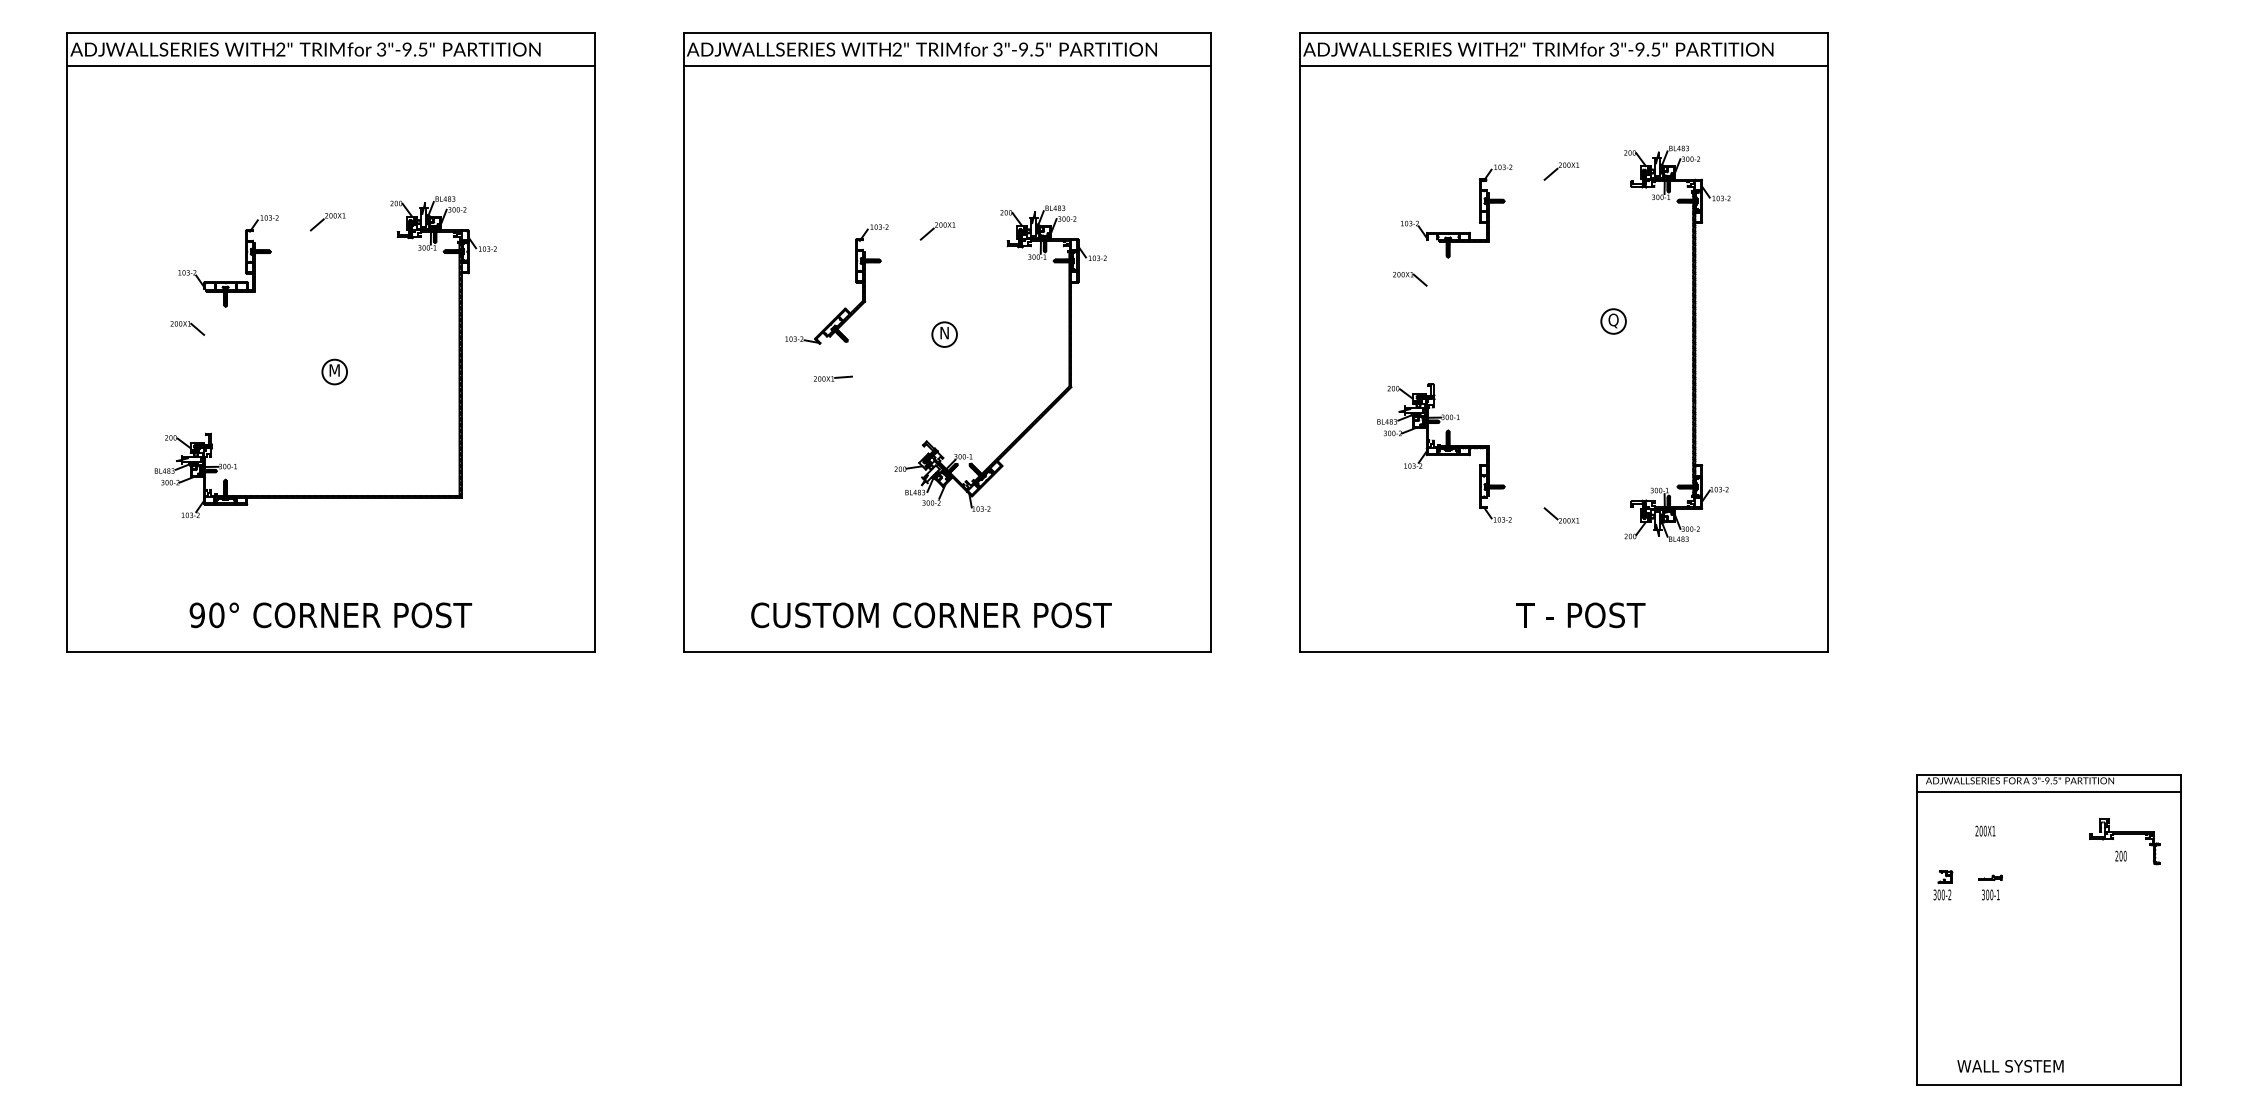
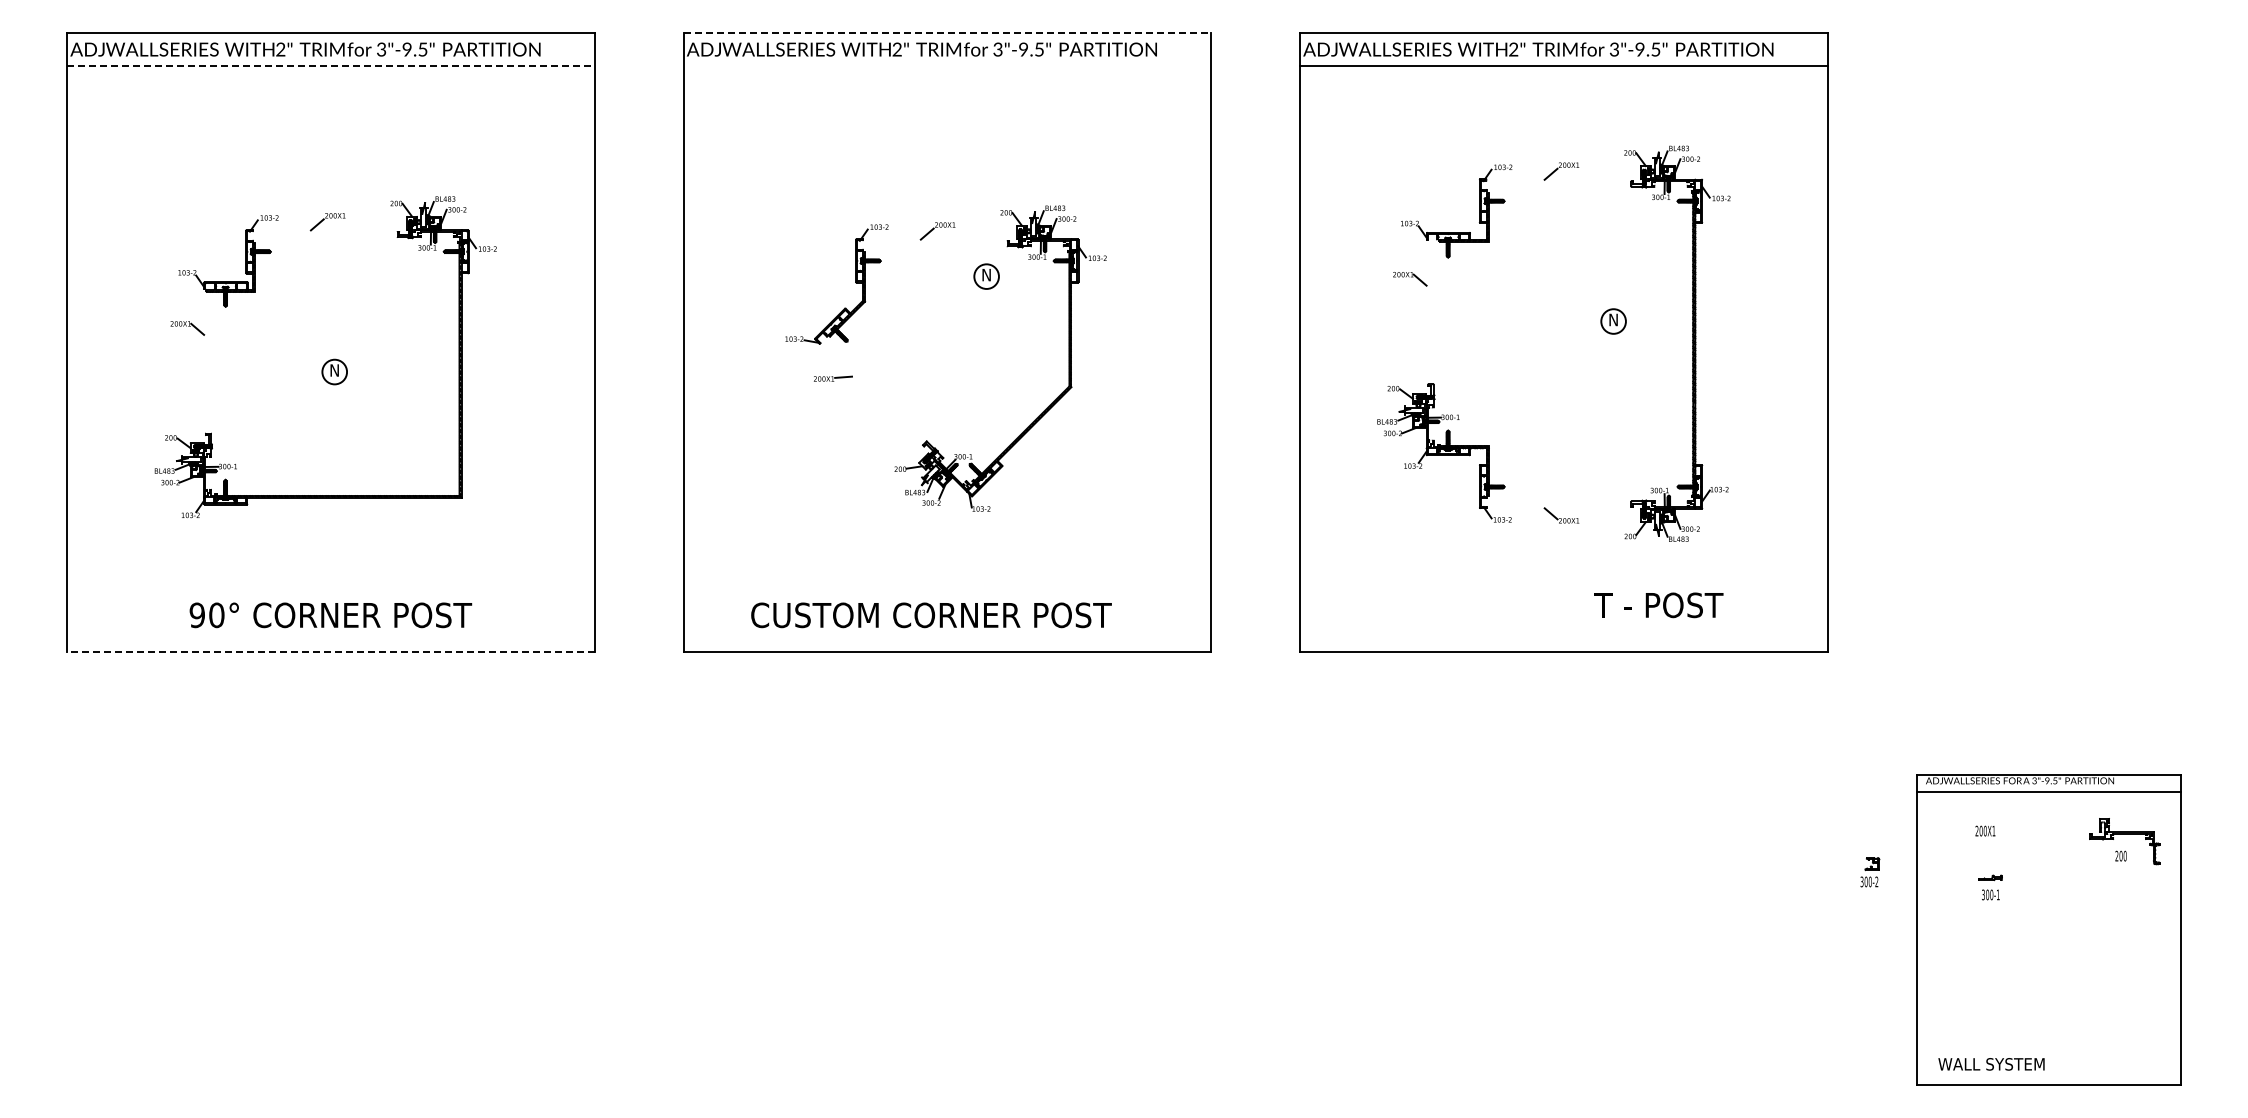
line at (947, 33): solid -> dashed
line at (331, 66): solid -> dashed
line at (947, 66): present -> none
text at (1613, 320): Q -> N
part at (944, 334) position: (944, 334) -> (986, 276)
text at (334, 370): M -> N
text at (1580, 615) position: (1580, 615) -> (1658, 605)
line at (331, 651): solid -> dashed
part at (1943, 885) position: (1943, 885) -> (1870, 872)
text at (2010, 1066) position: (2010, 1066) -> (1991, 1064)
